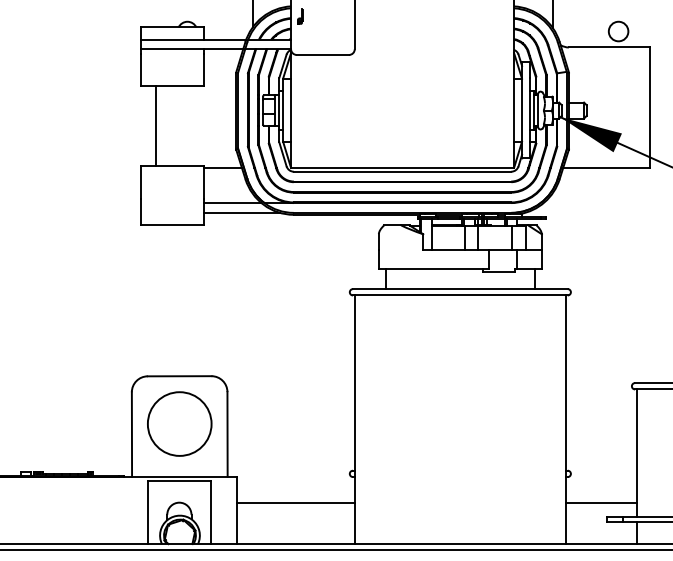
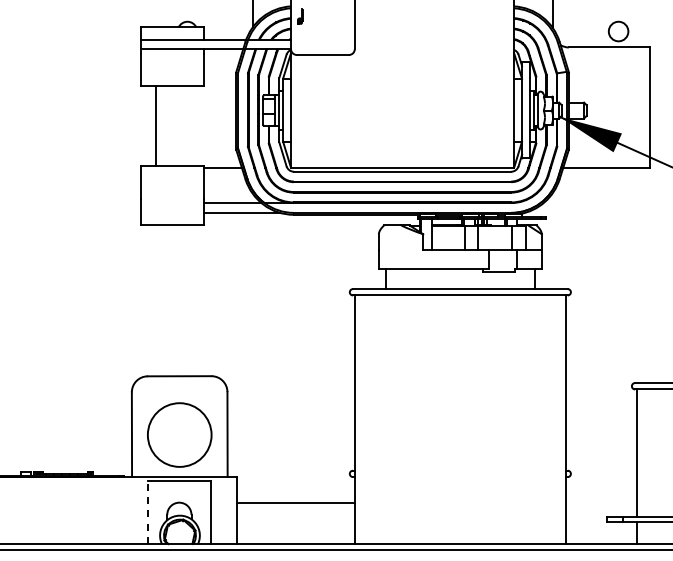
circle at (179, 423) position: (179, 423) -> (179, 434)
line at (601, 503): present -> none
line at (148, 512): solid -> dashed
